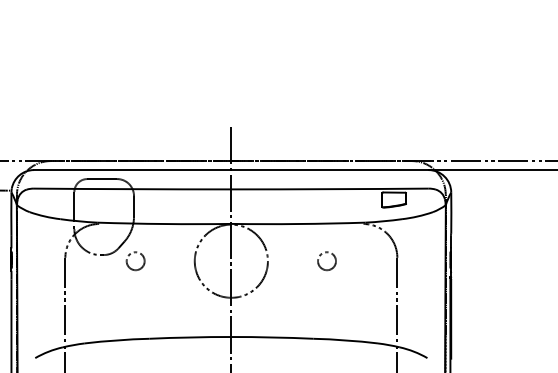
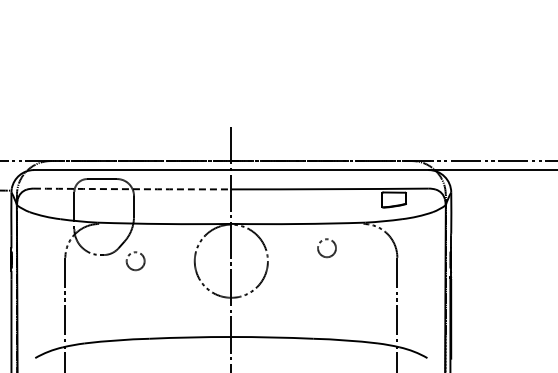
arc at (132, 189): solid -> dashed
circle at (326, 261) position: (326, 261) -> (326, 248)
